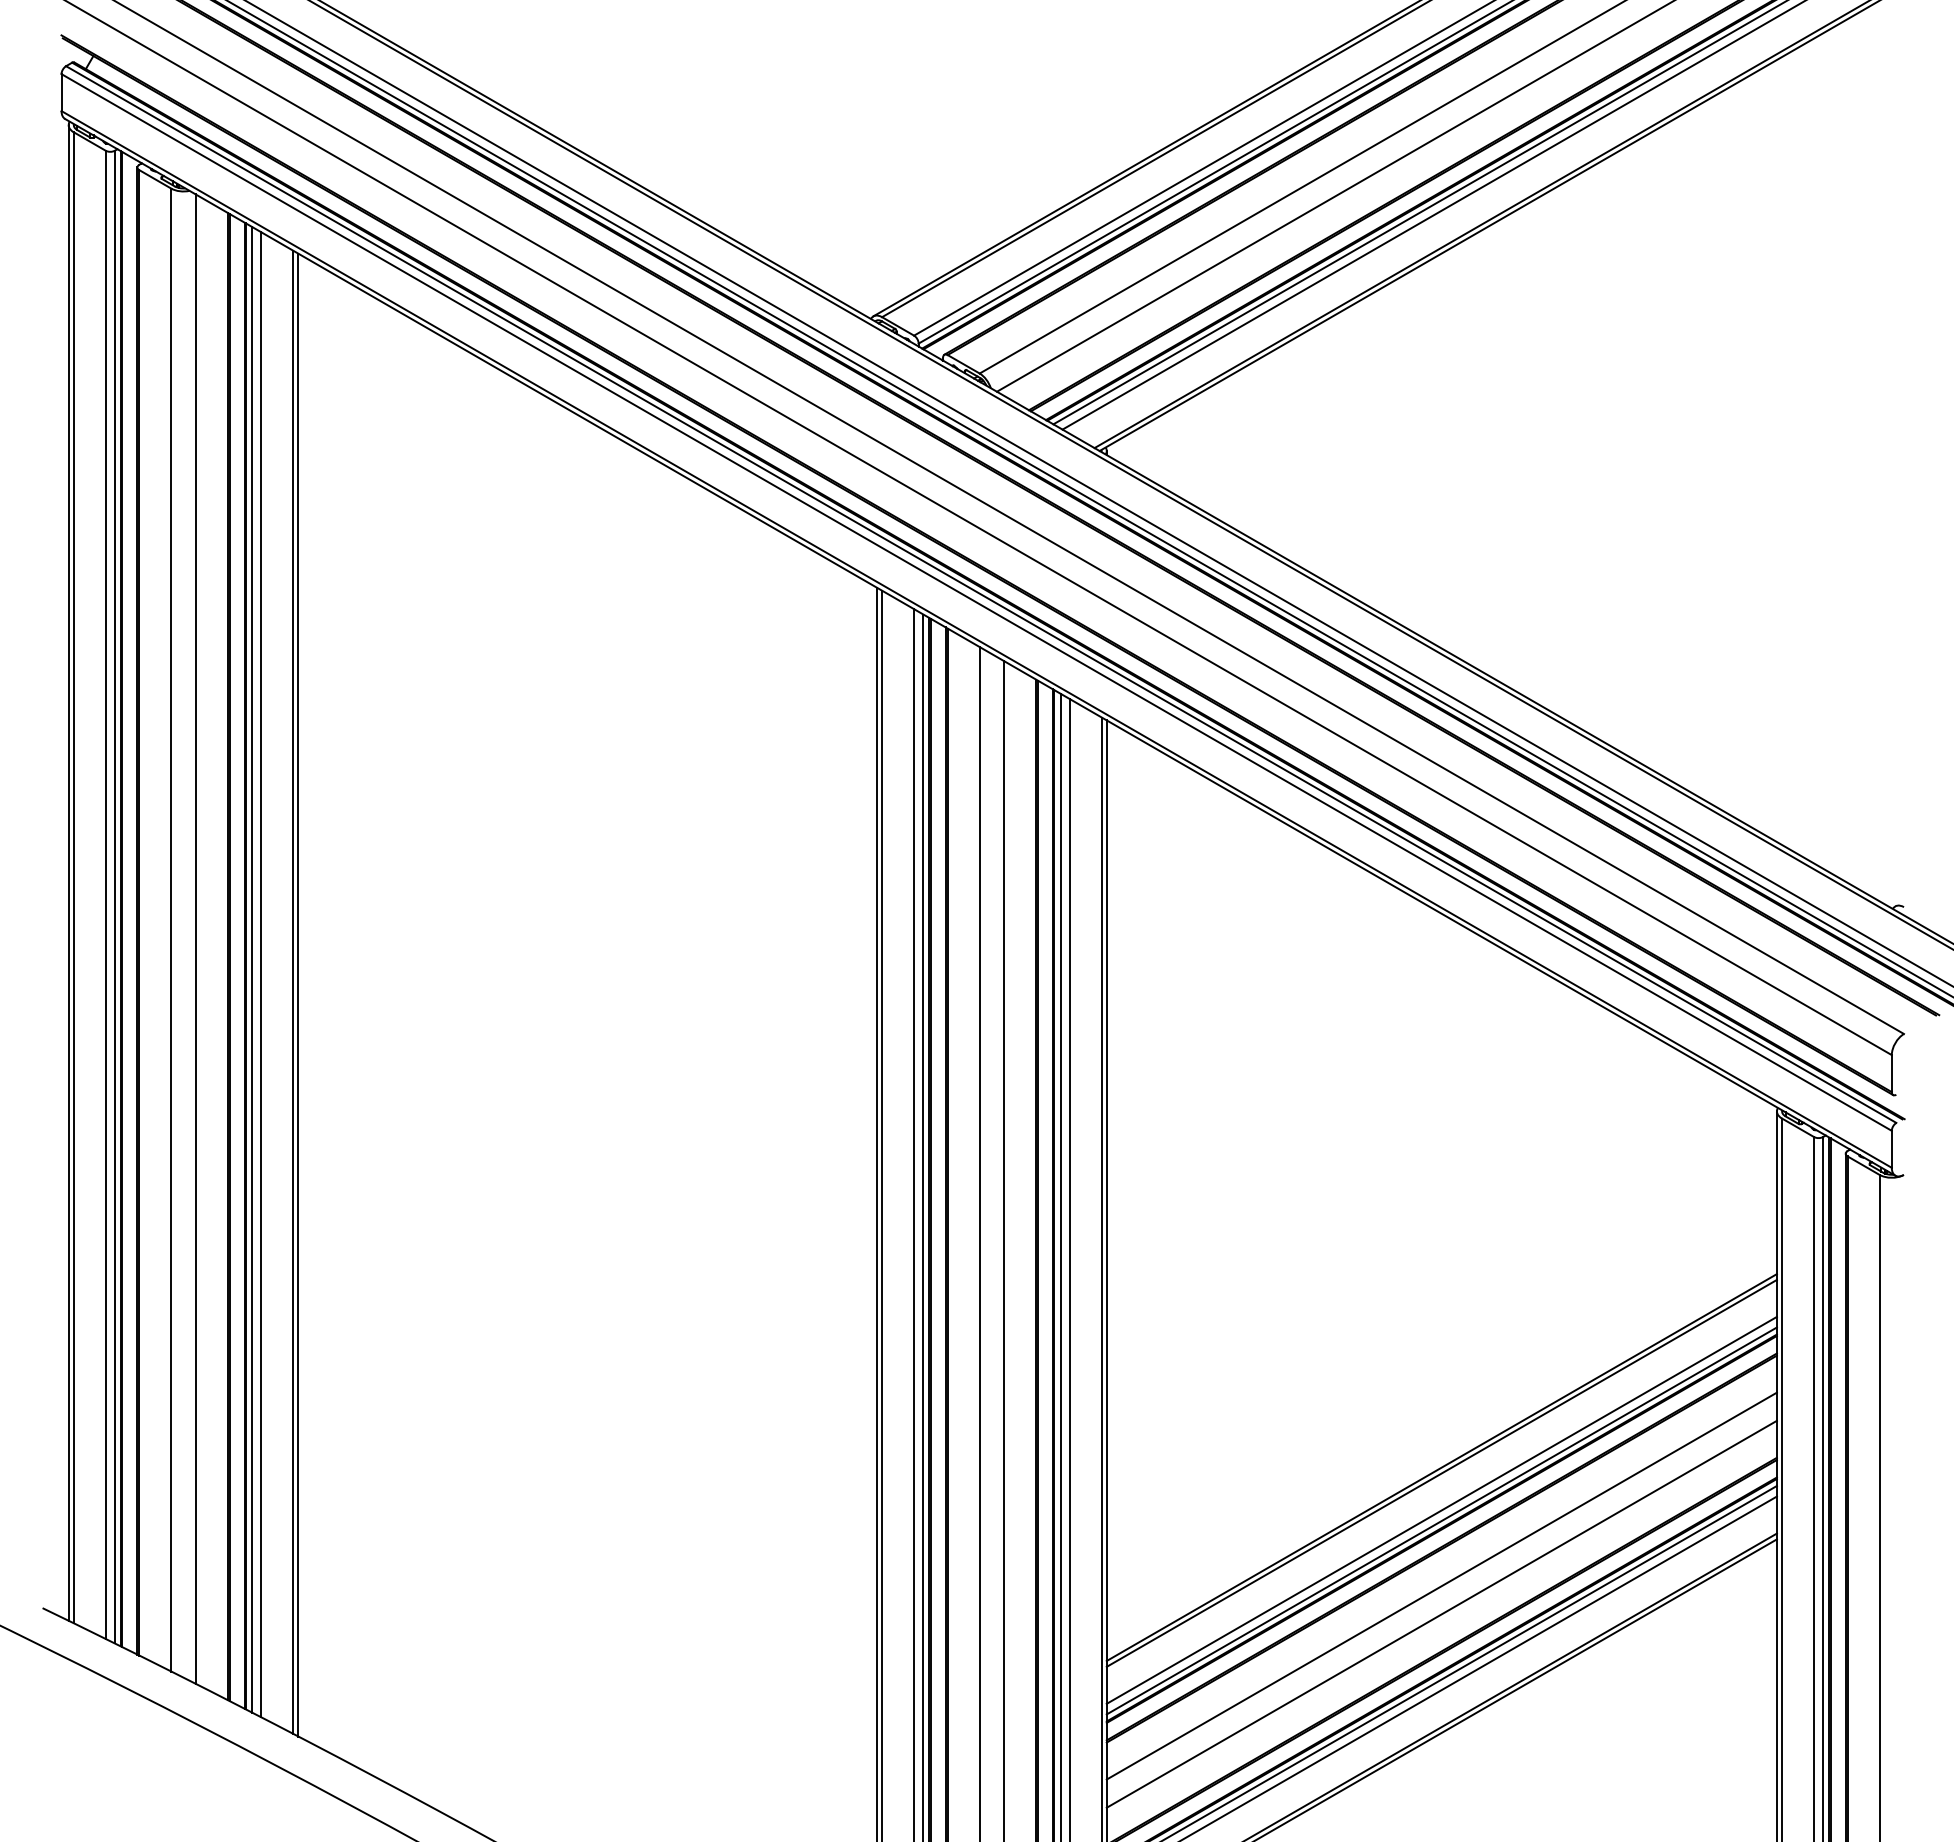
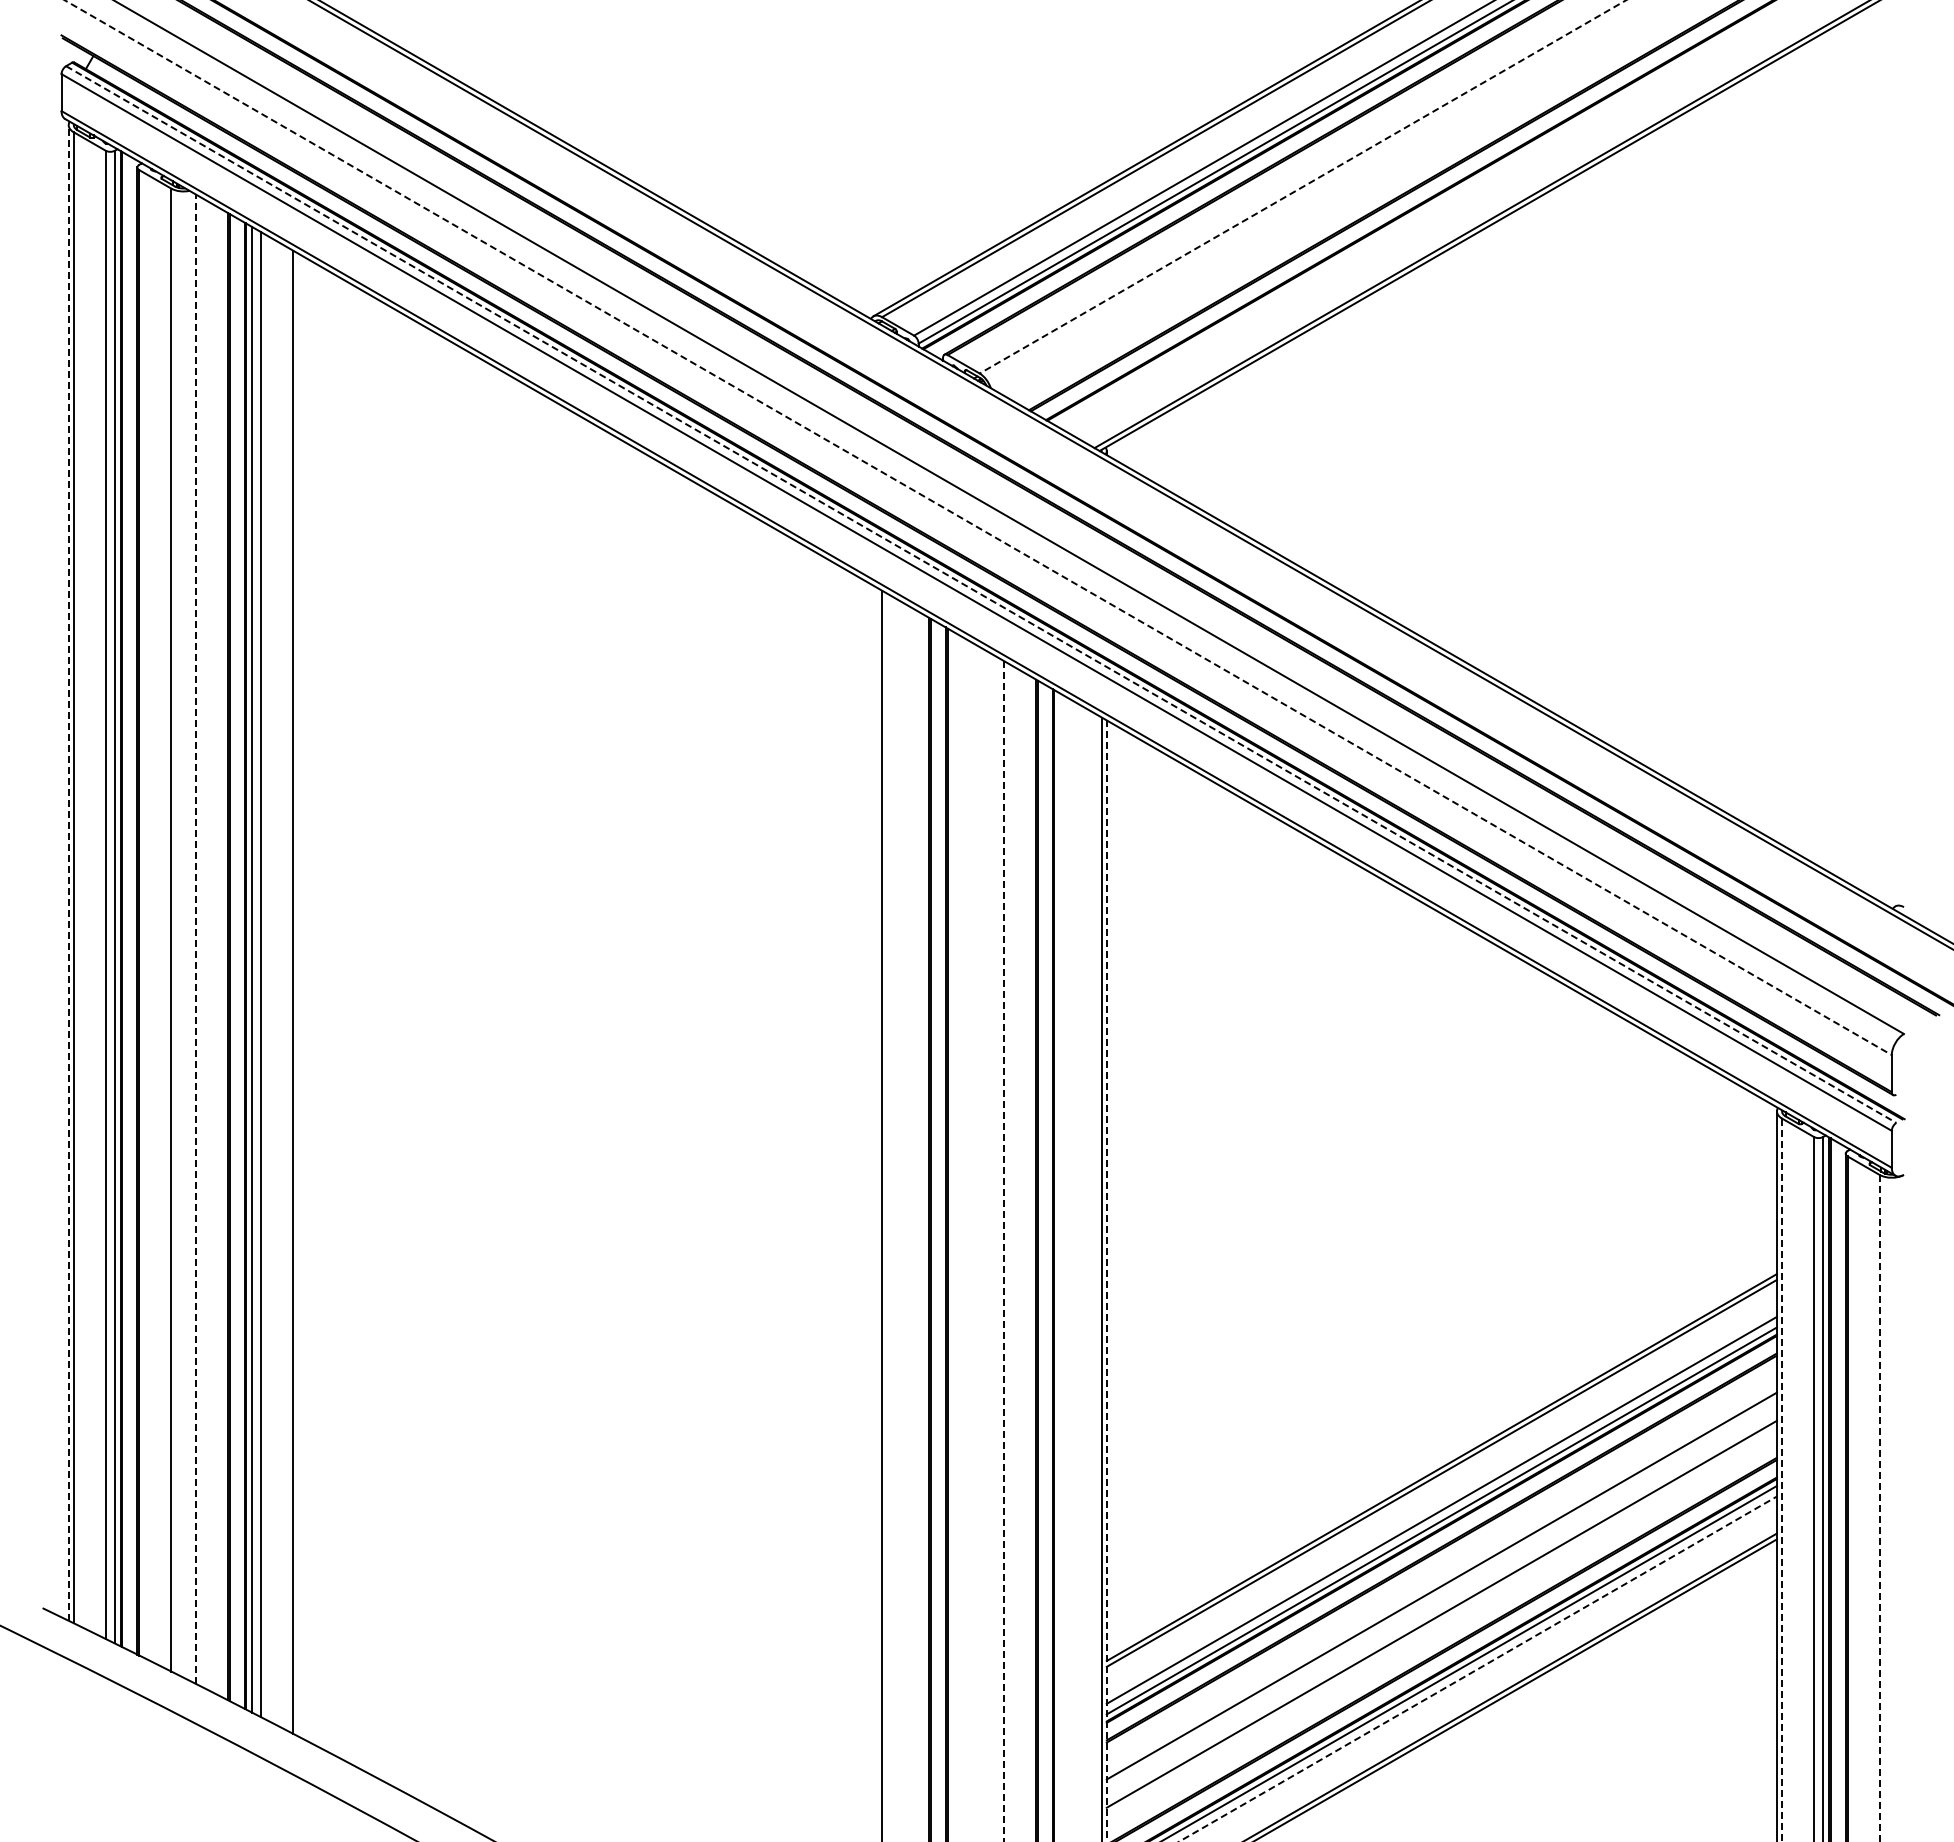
line at (1302, 187): solid -> dashed
line at (1333, 196): present -> none
line at (1418, 213): present -> none
line at (1432, 215): present -> none
line at (1099, 493): present -> none
line at (1090, 498): present -> none
line at (978, 527): solid -> dashed
line at (981, 594): solid -> dashed
line at (68, 873): solid -> dashed
line at (195, 939): solid -> dashed
line at (298, 994): present -> none
line at (877, 1212): present -> none
line at (914, 1223): present -> none
line at (923, 1226): present -> none
line at (979, 1242): present -> none
line at (1004, 1251): solid -> dashed
line at (1060, 1265): present -> none
line at (1069, 1268): present -> none
line at (1106, 1281): solid -> dashed
line at (1782, 1480): solid -> dashed
line at (1879, 1508): solid -> dashed
line at (1478, 1669): solid -> dashed
